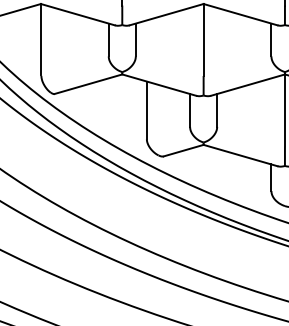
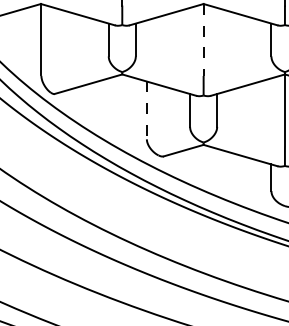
line at (203, 40): solid -> dashed
line at (146, 110): solid -> dashed
